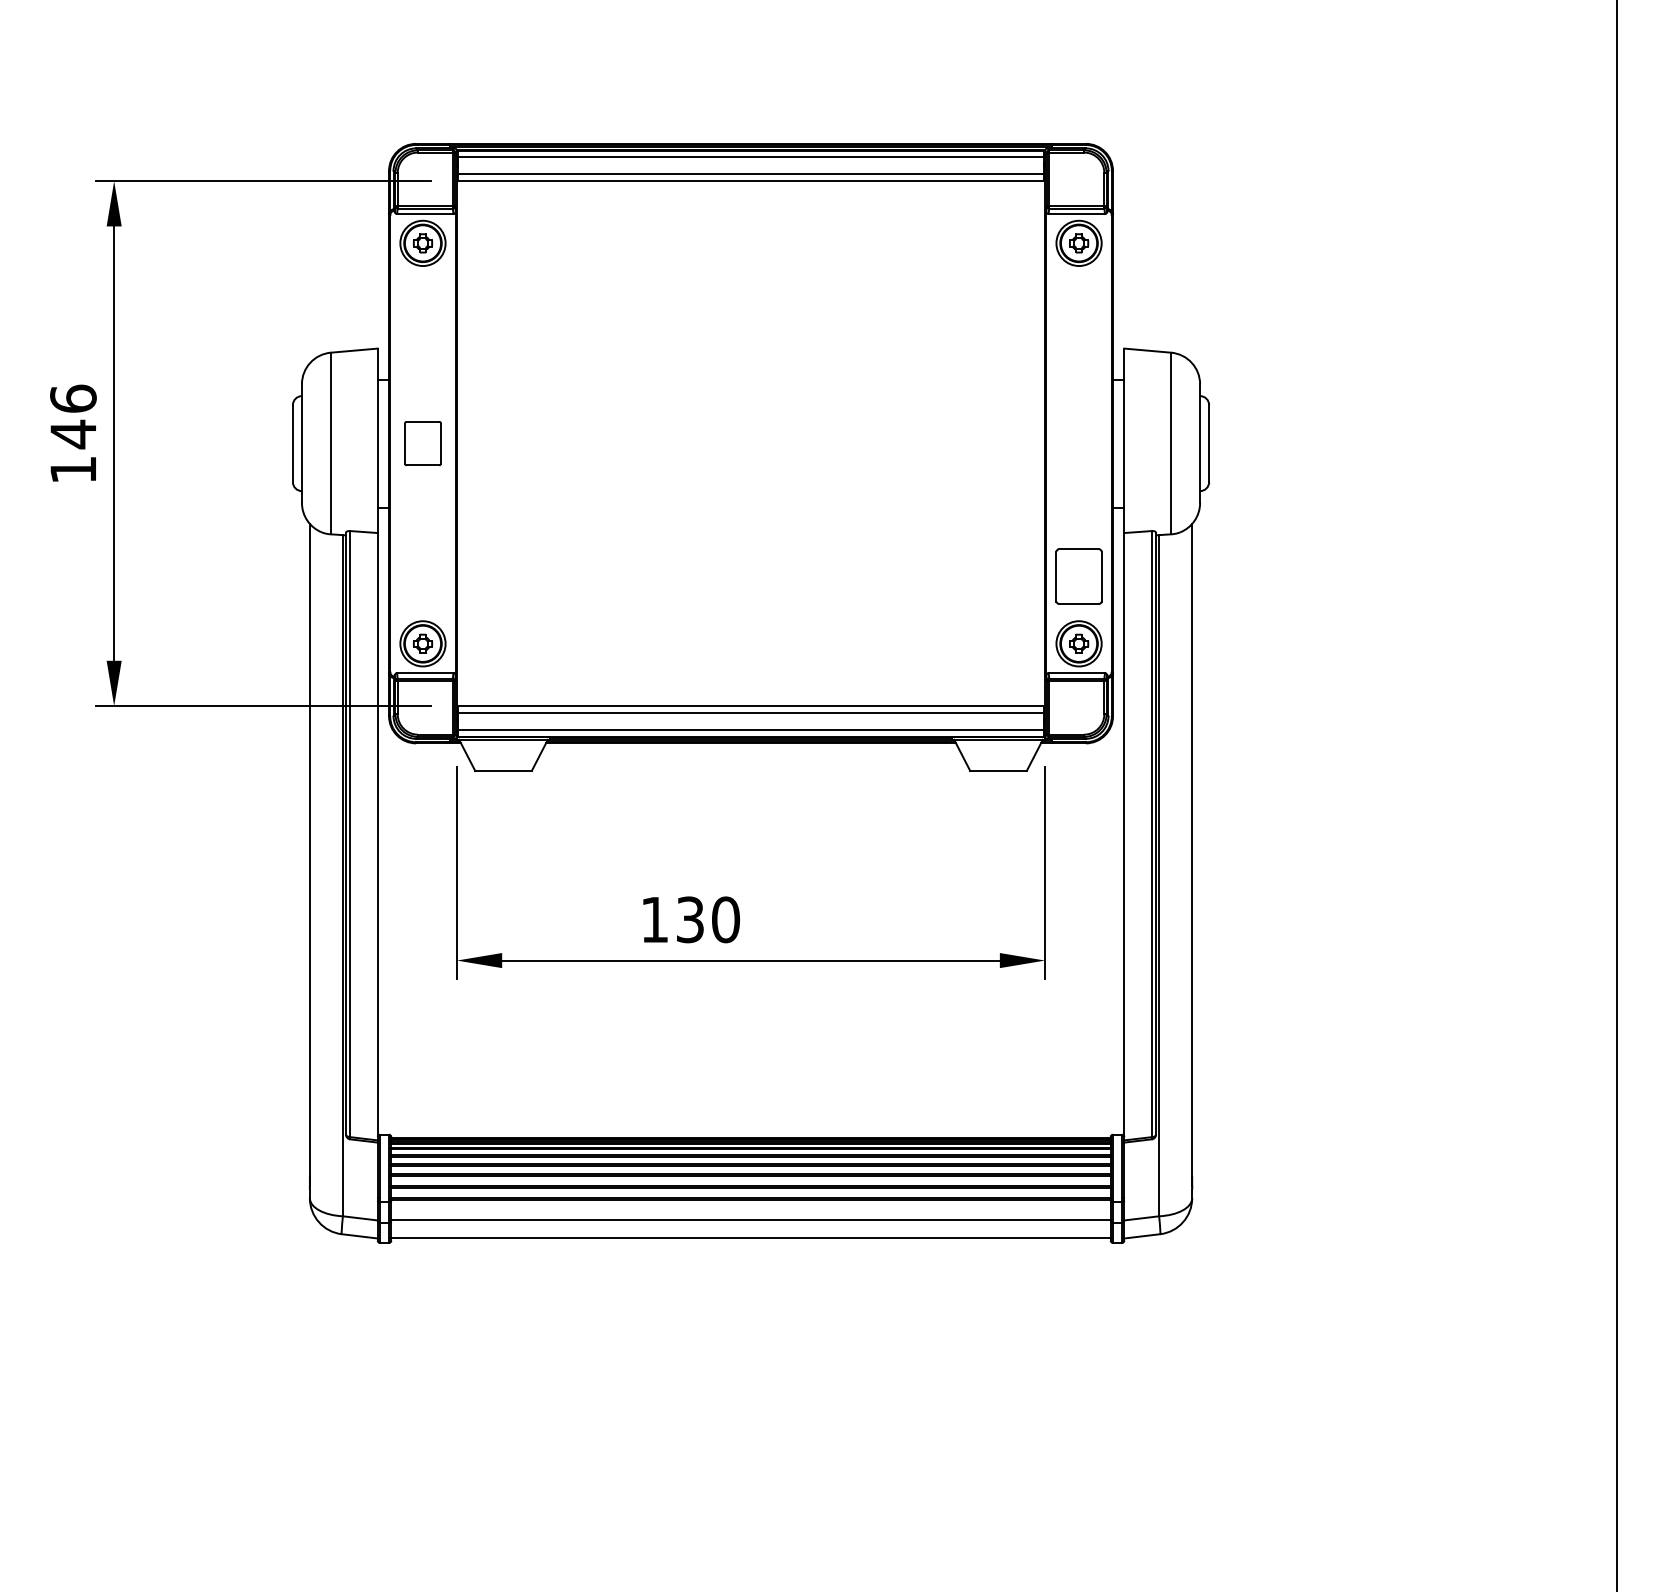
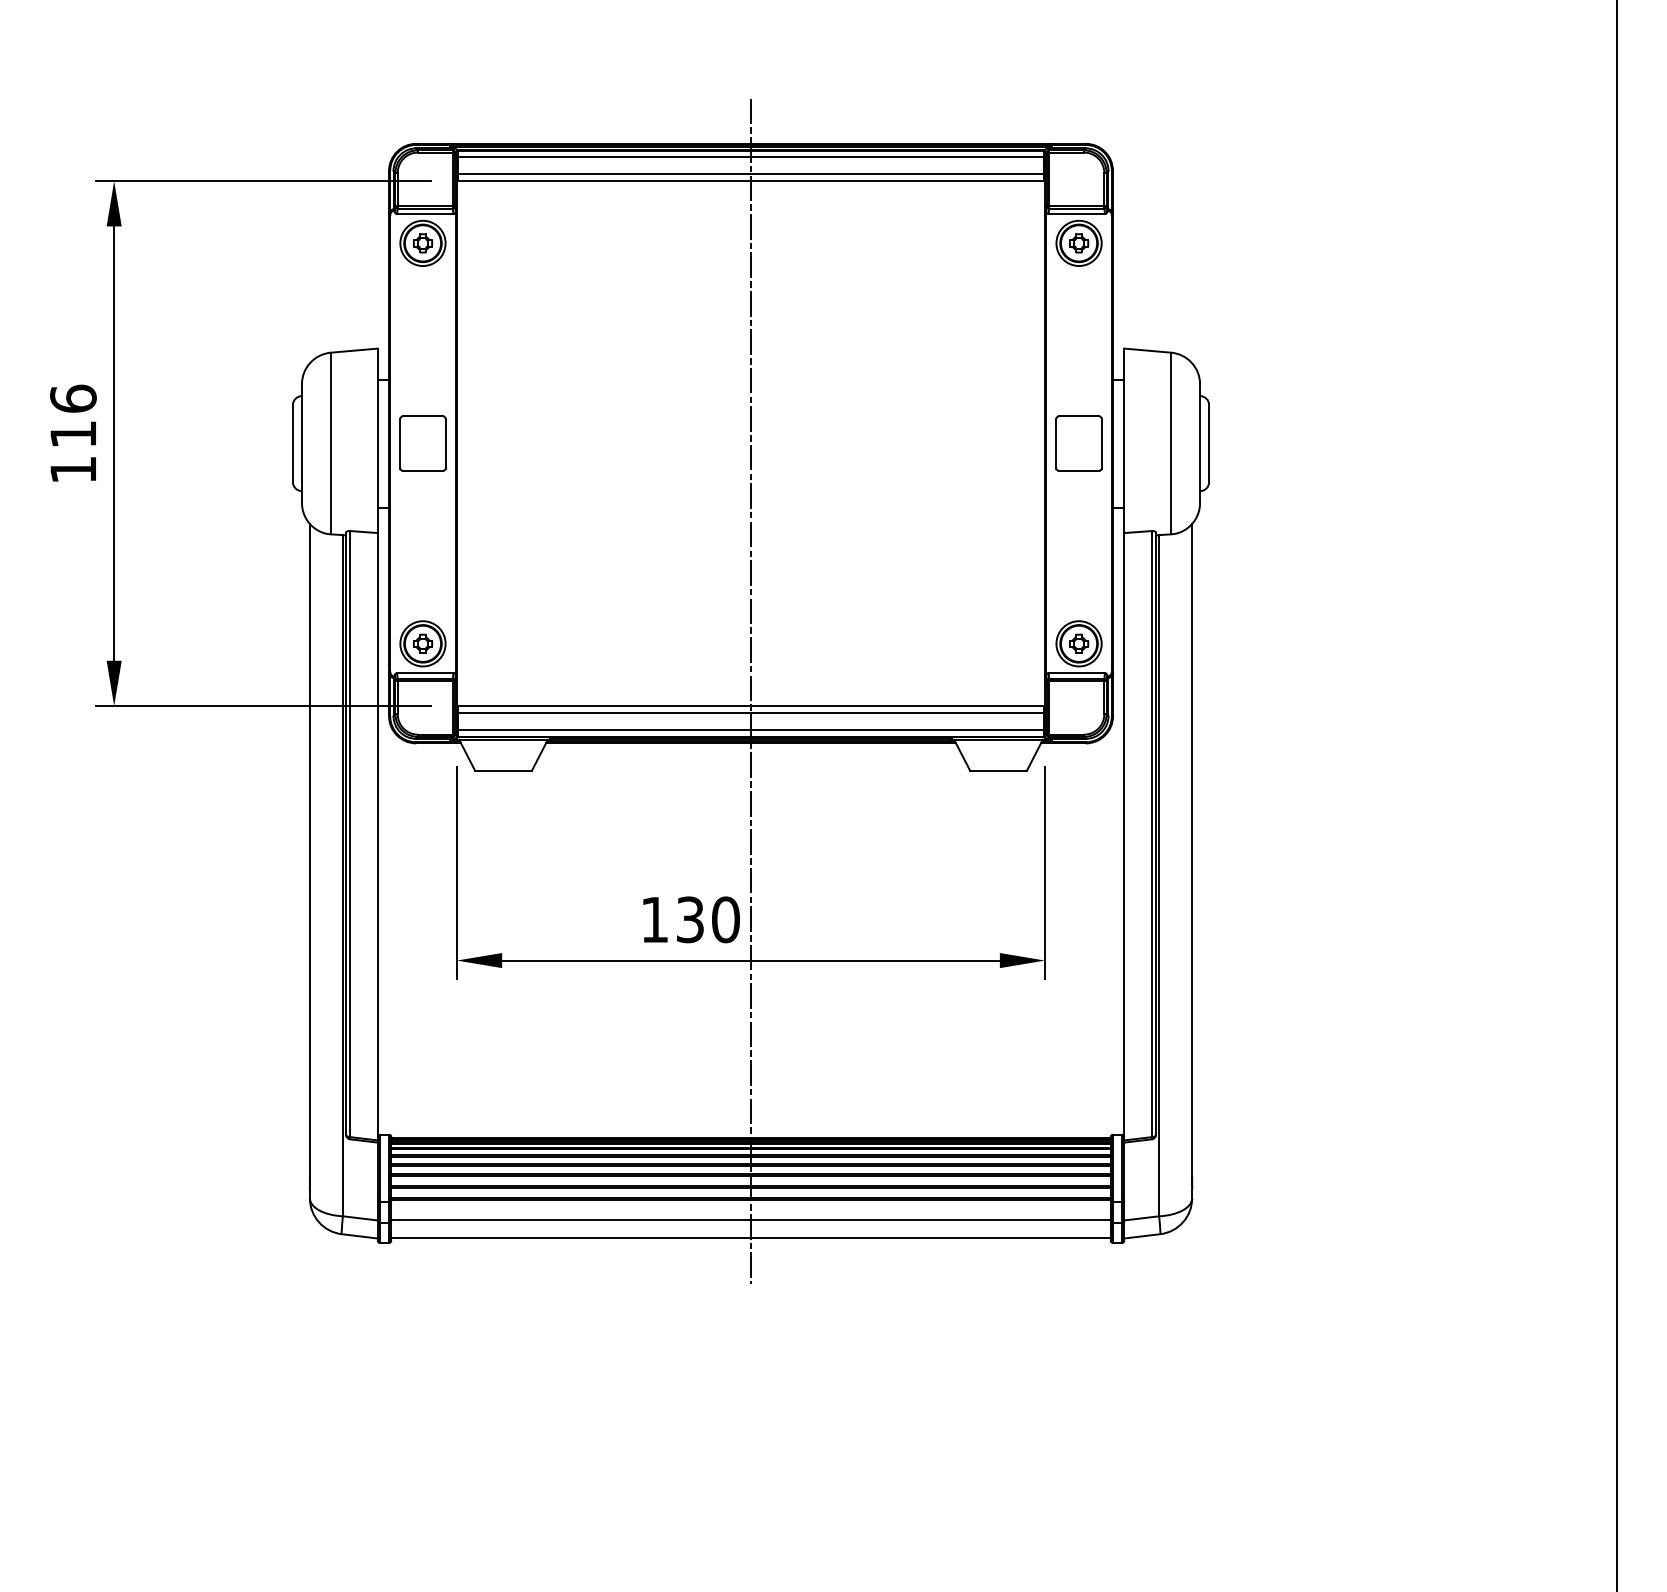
text at (72, 434): 146 -> 116
part at (422, 443) size: 38x46 px -> 48x57 px
part at (1078, 576) position: (1078, 576) -> (1078, 443)
line at (751, 690): none -> present
